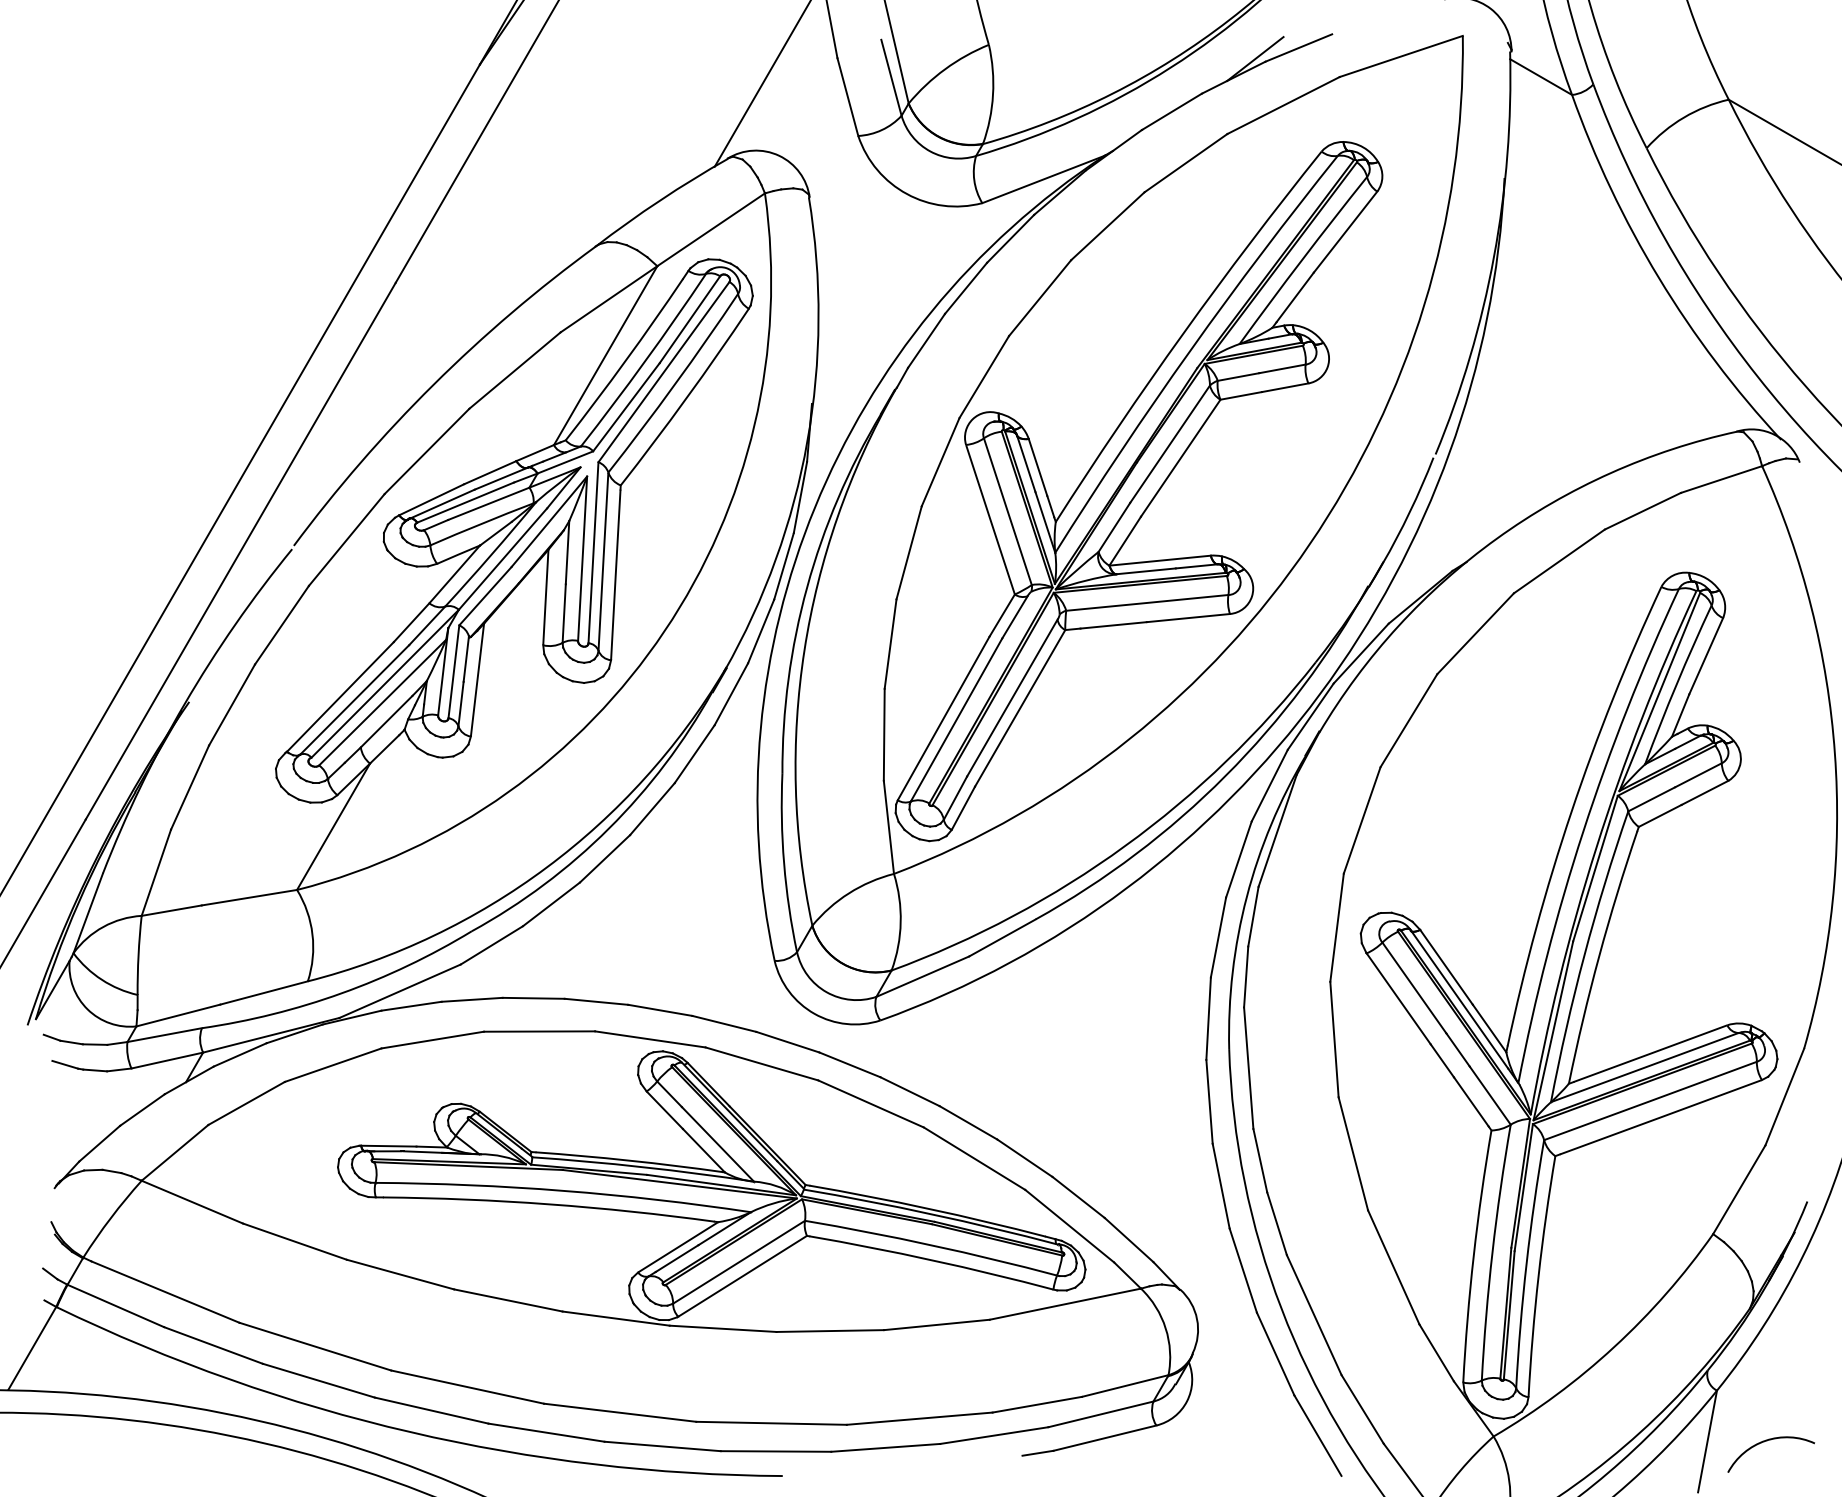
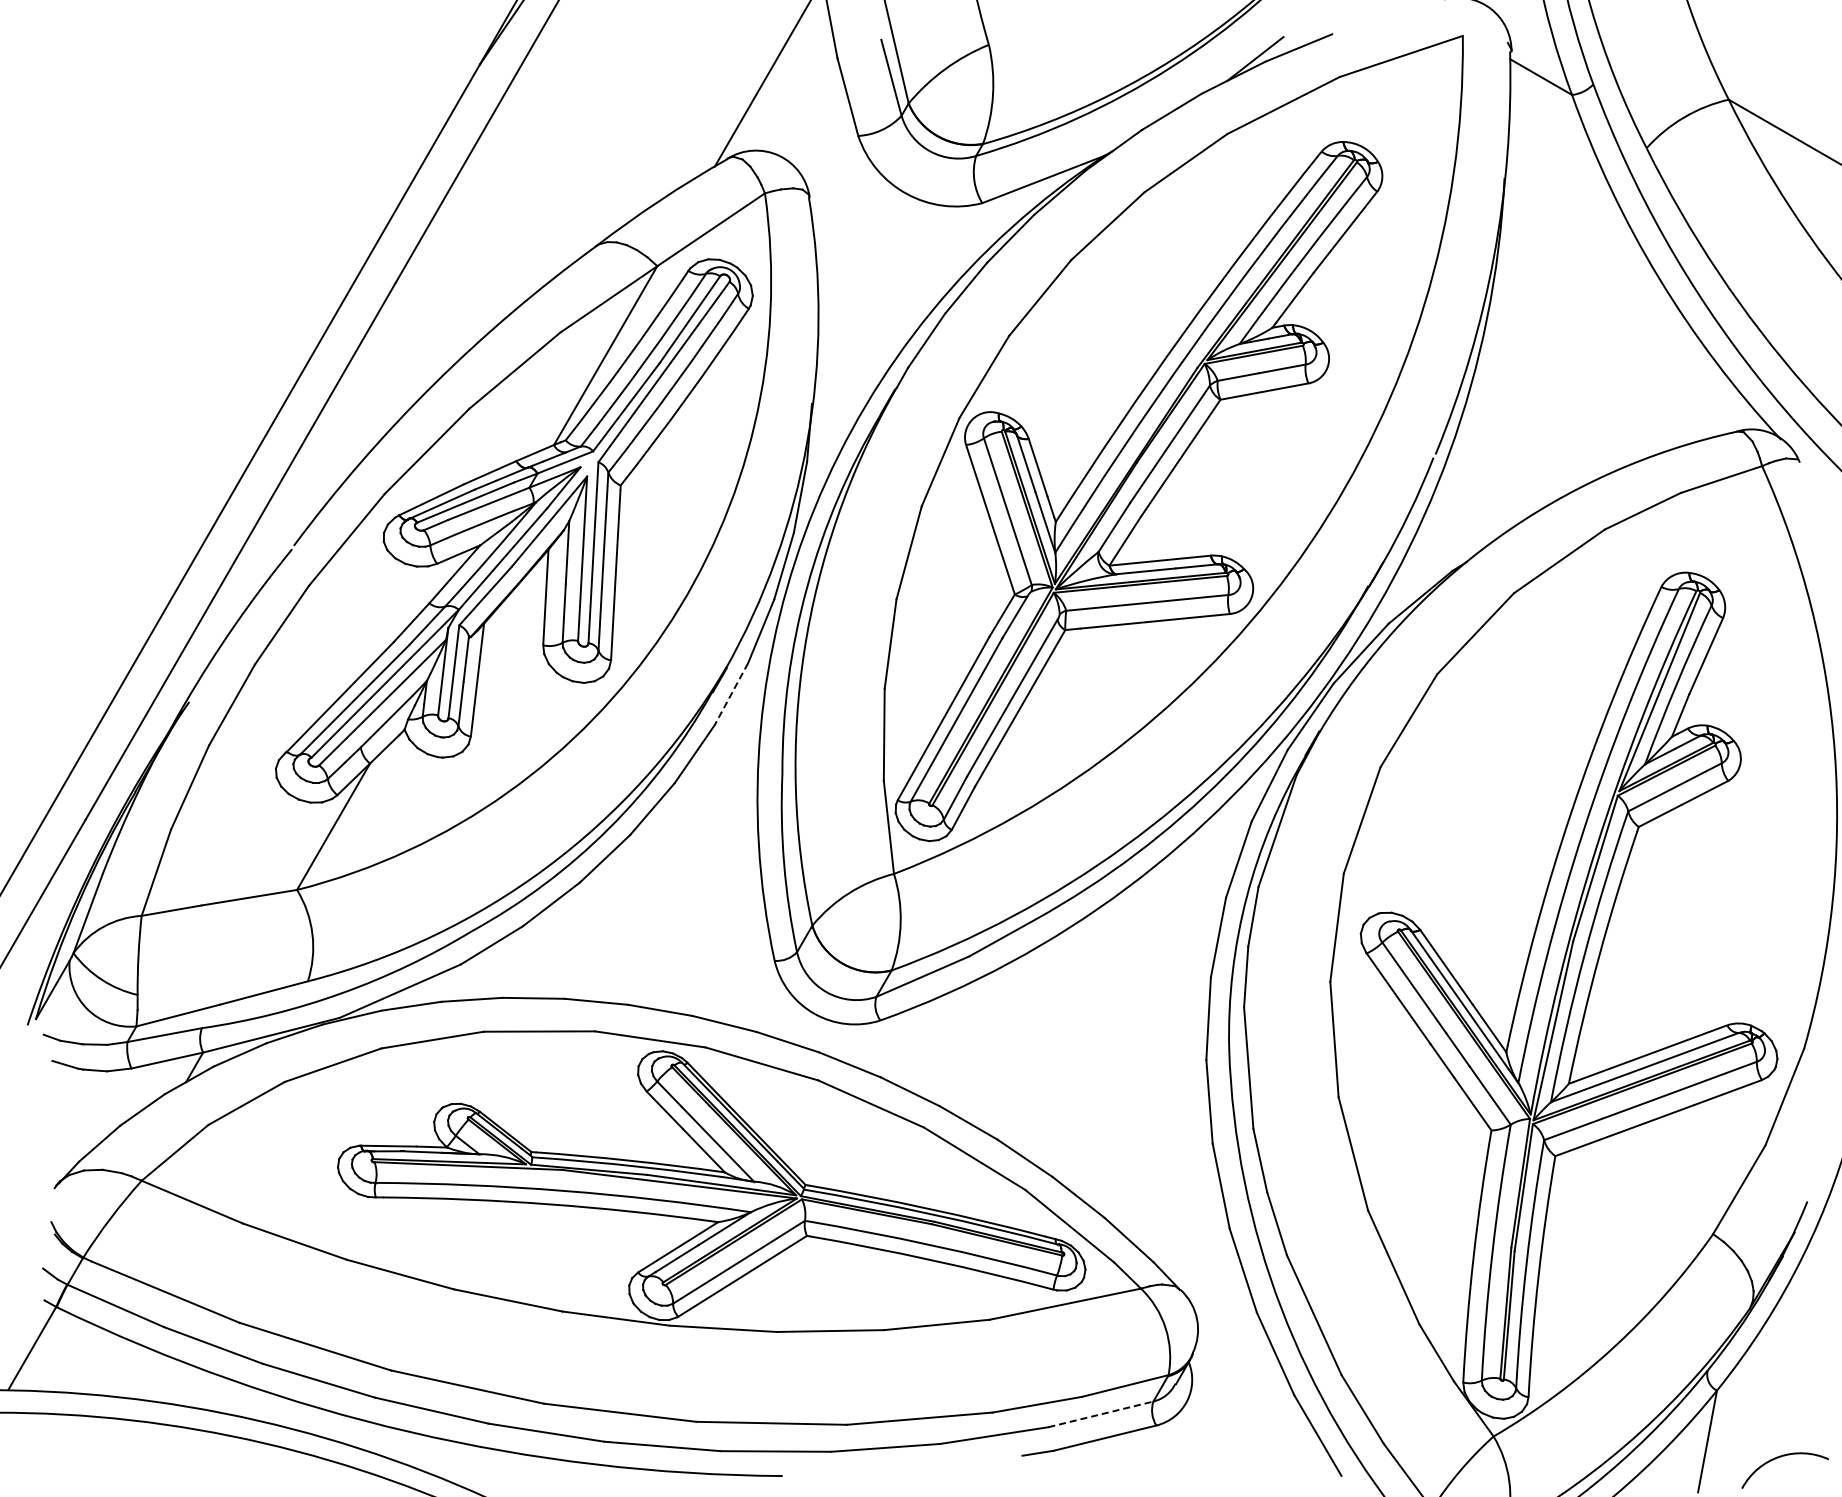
line at (731, 694): solid -> dashed
line at (1101, 1414): solid -> dashed
curve at (1767, 1441) position: (1767, 1441) -> (1781, 1457)
